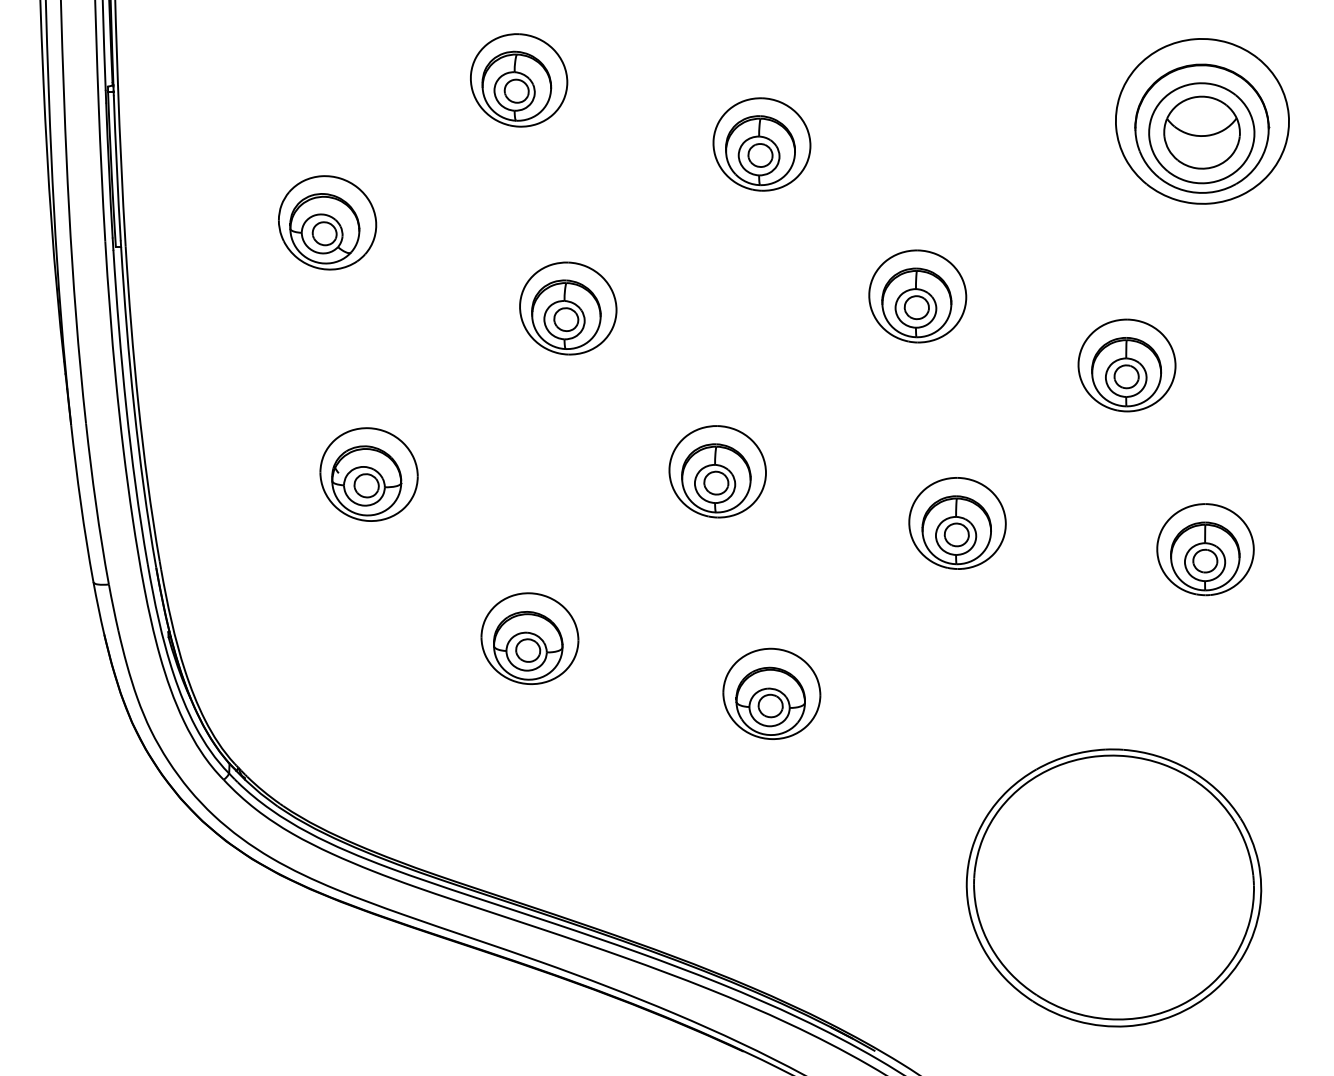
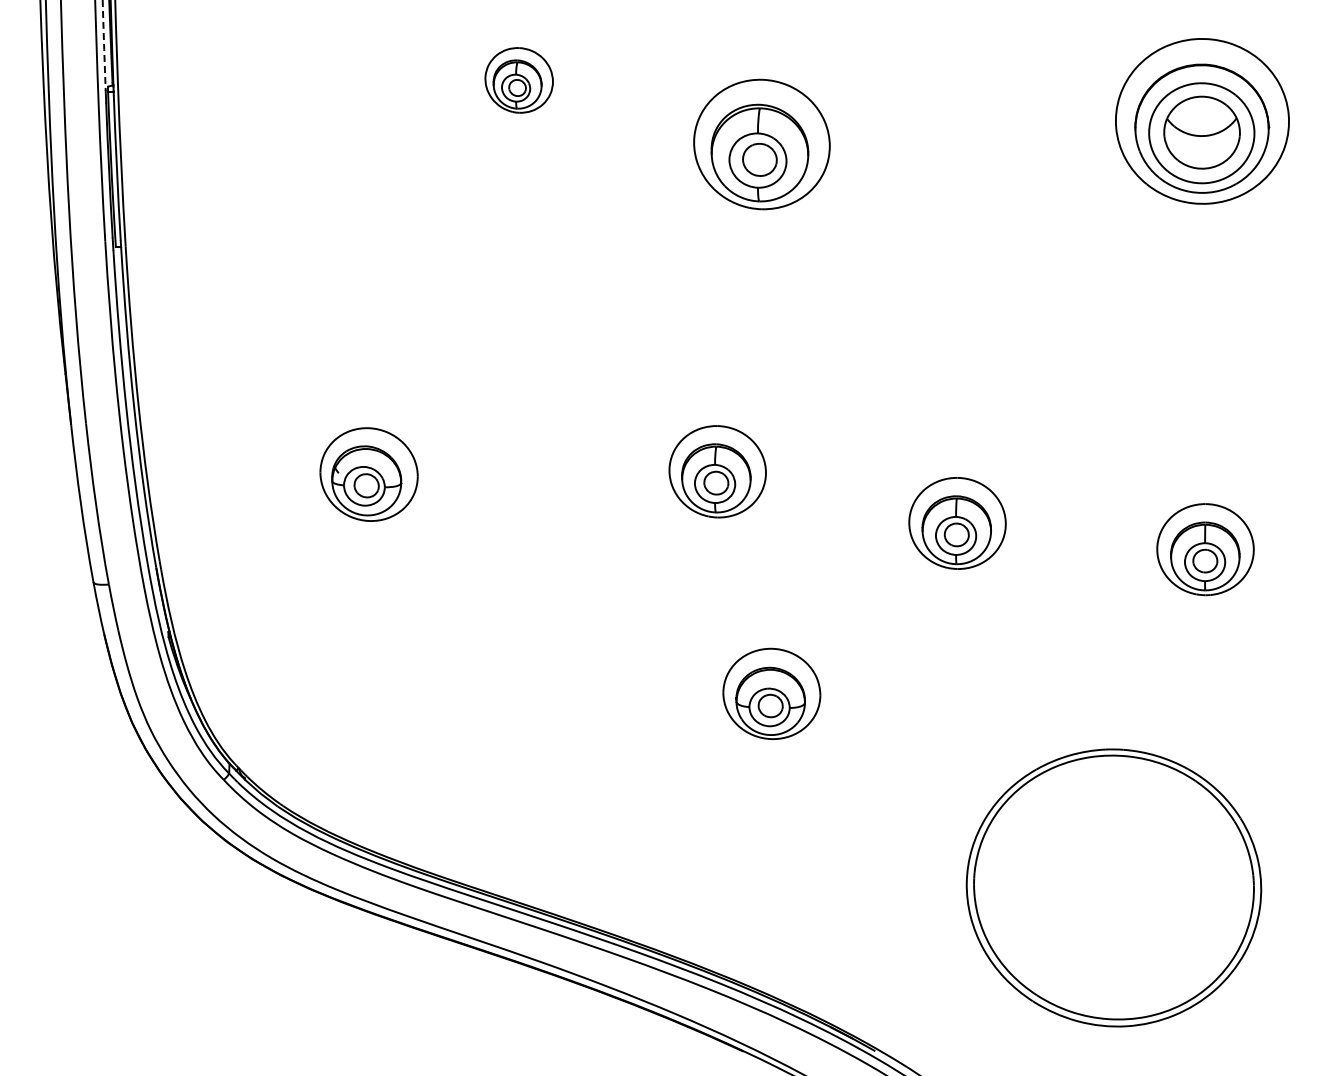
arc at (104, 45): solid -> dashed
part at (519, 80) size: 99x95 px -> 70x67 px
part at (761, 144) size: 100x95 px -> 138x133 px
part at (327, 222): present -> none
part at (917, 296): present -> none
part at (568, 308): present -> none
part at (1126, 365): present -> none
part at (529, 638): present -> none
